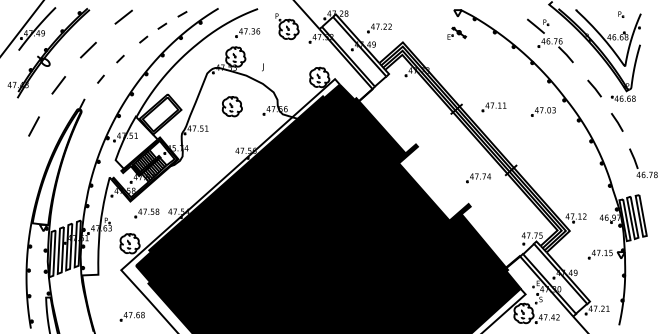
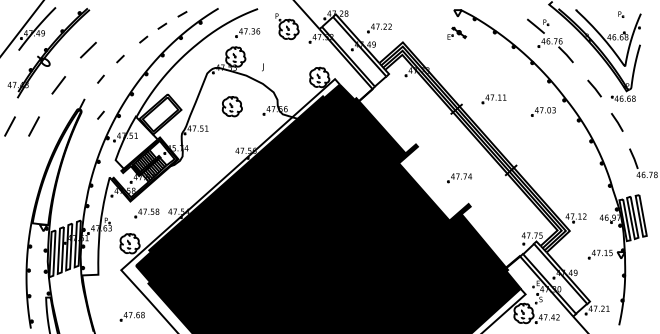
line at (123, 16): present -> none
part at (493, 107) position: (493, 107) -> (493, 99)
line at (100, 114): none -> present
line at (9, 126): none -> present
part at (478, 178) position: (478, 178) -> (459, 178)
